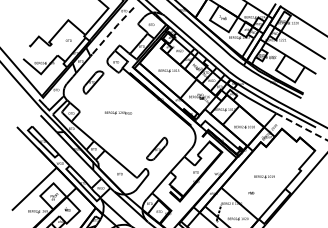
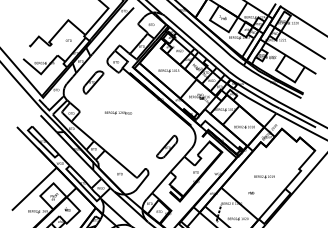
line at (112, 30): dashed -> solid
line at (301, 126): dashed -> solid
part at (157, 148) position: (157, 148) -> (167, 146)
